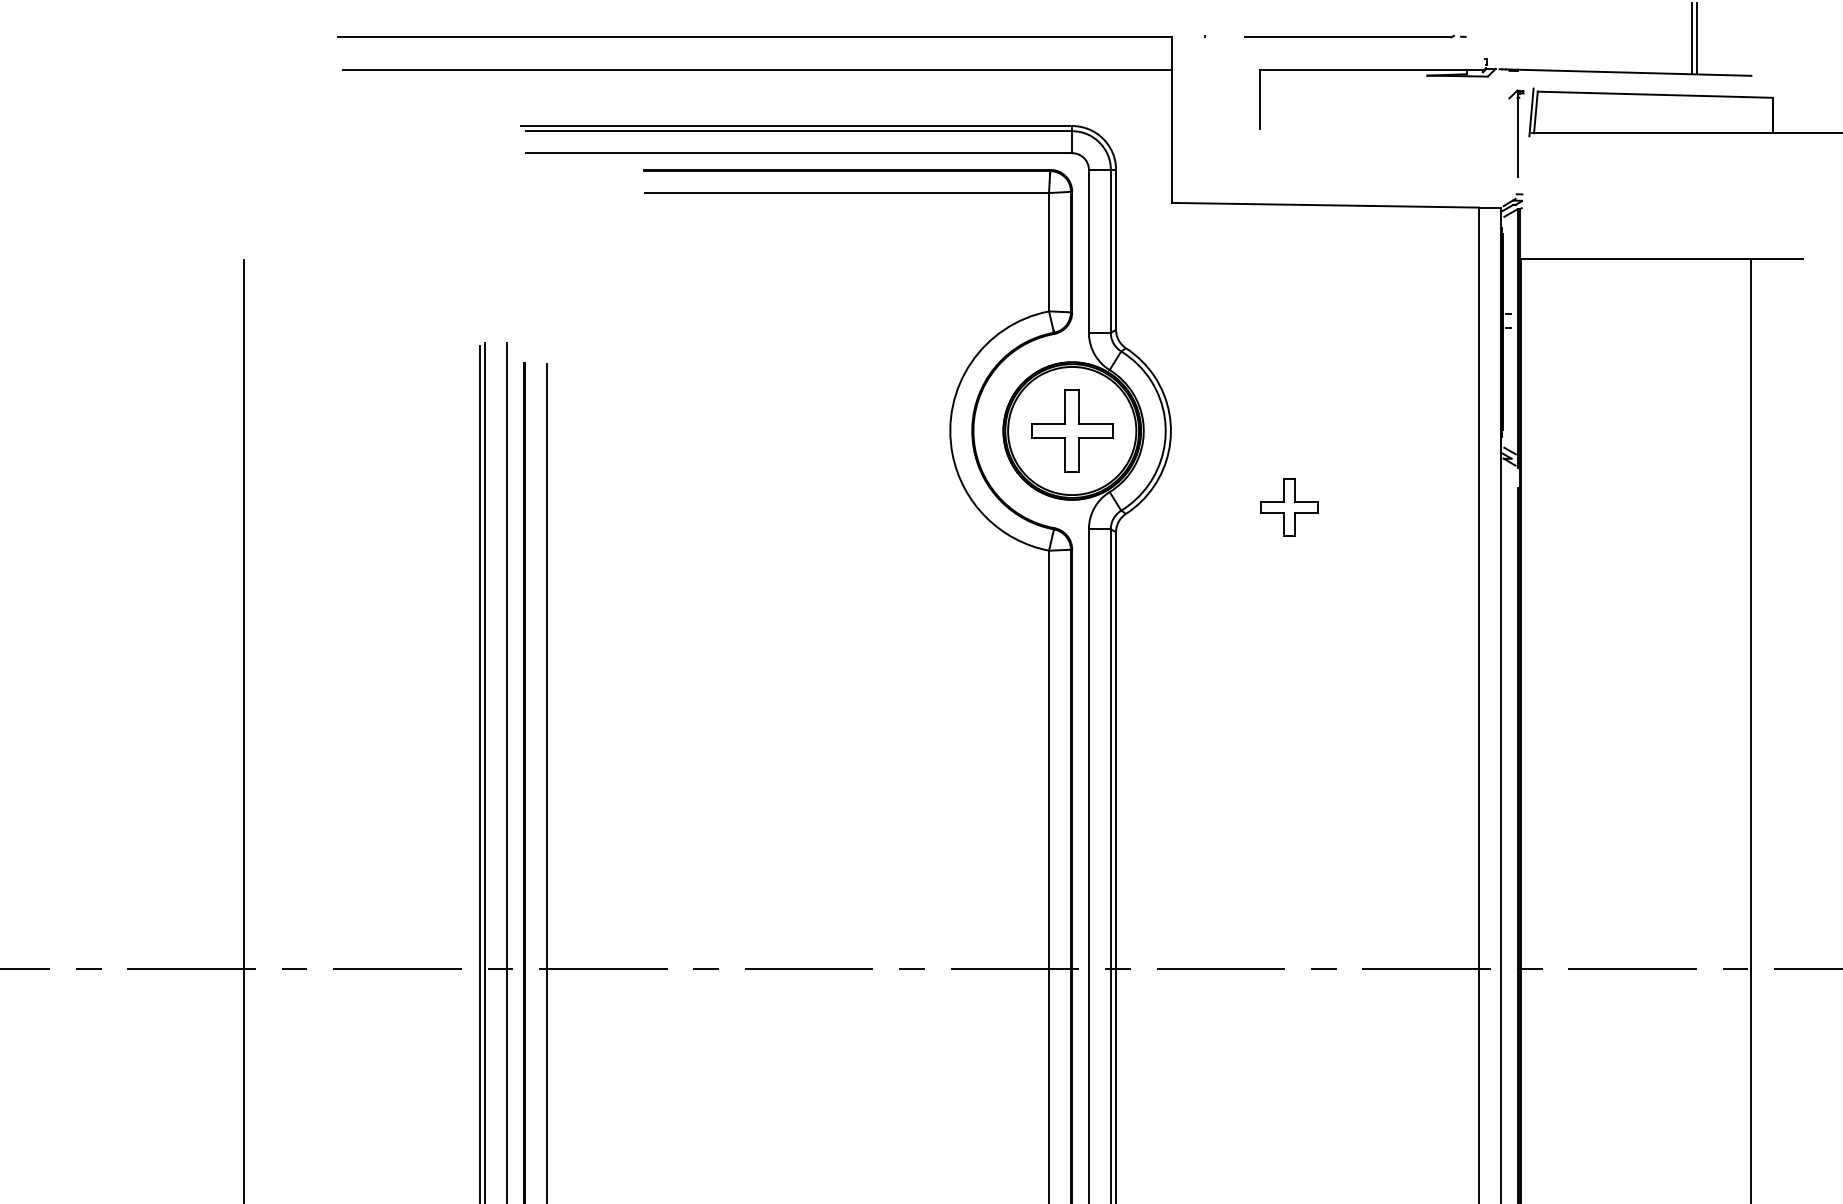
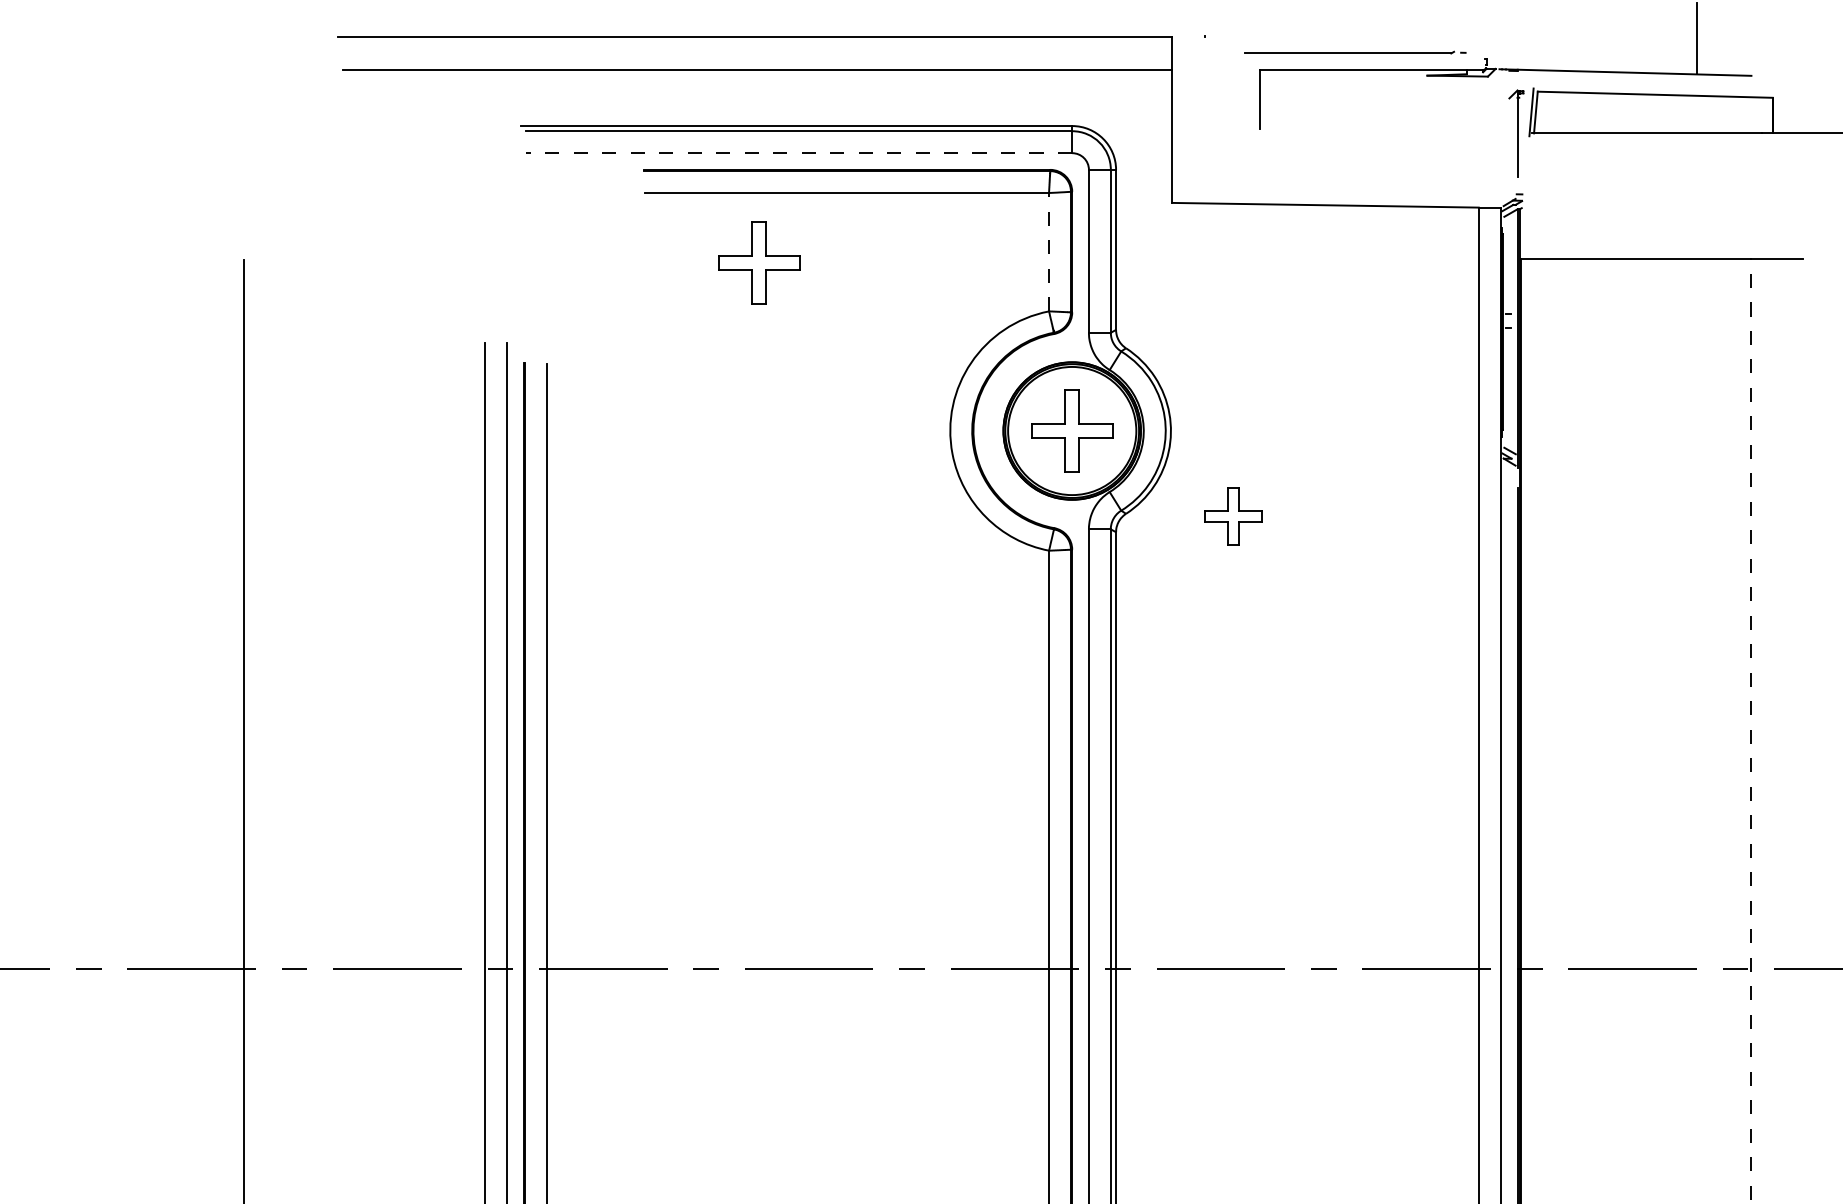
part at (1355, 36) position: (1355, 36) -> (1355, 52)
line at (1691, 38): present -> none
line at (798, 153): solid -> dashed
line at (1049, 251): solid -> dashed
part at (759, 262): none -> present
part at (1289, 507) position: (1289, 507) -> (1233, 516)
line at (1751, 730): solid -> dashed
line at (479, 772): present -> none
